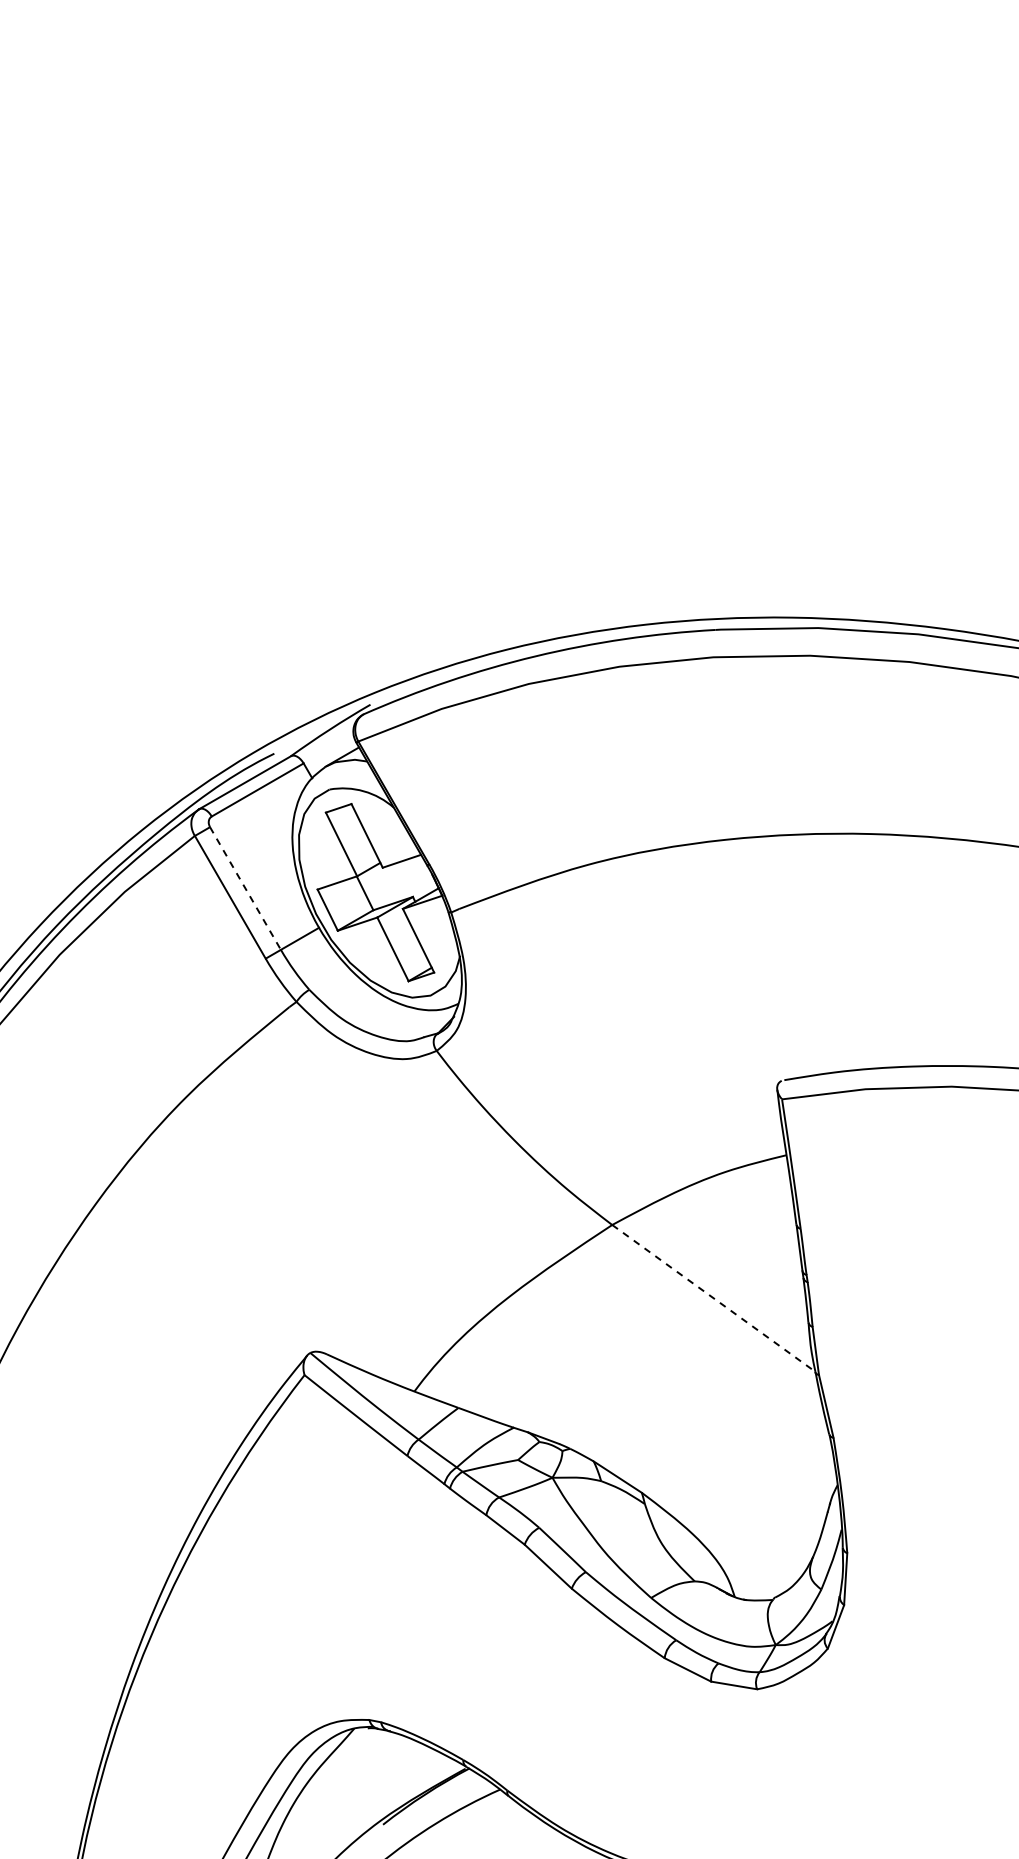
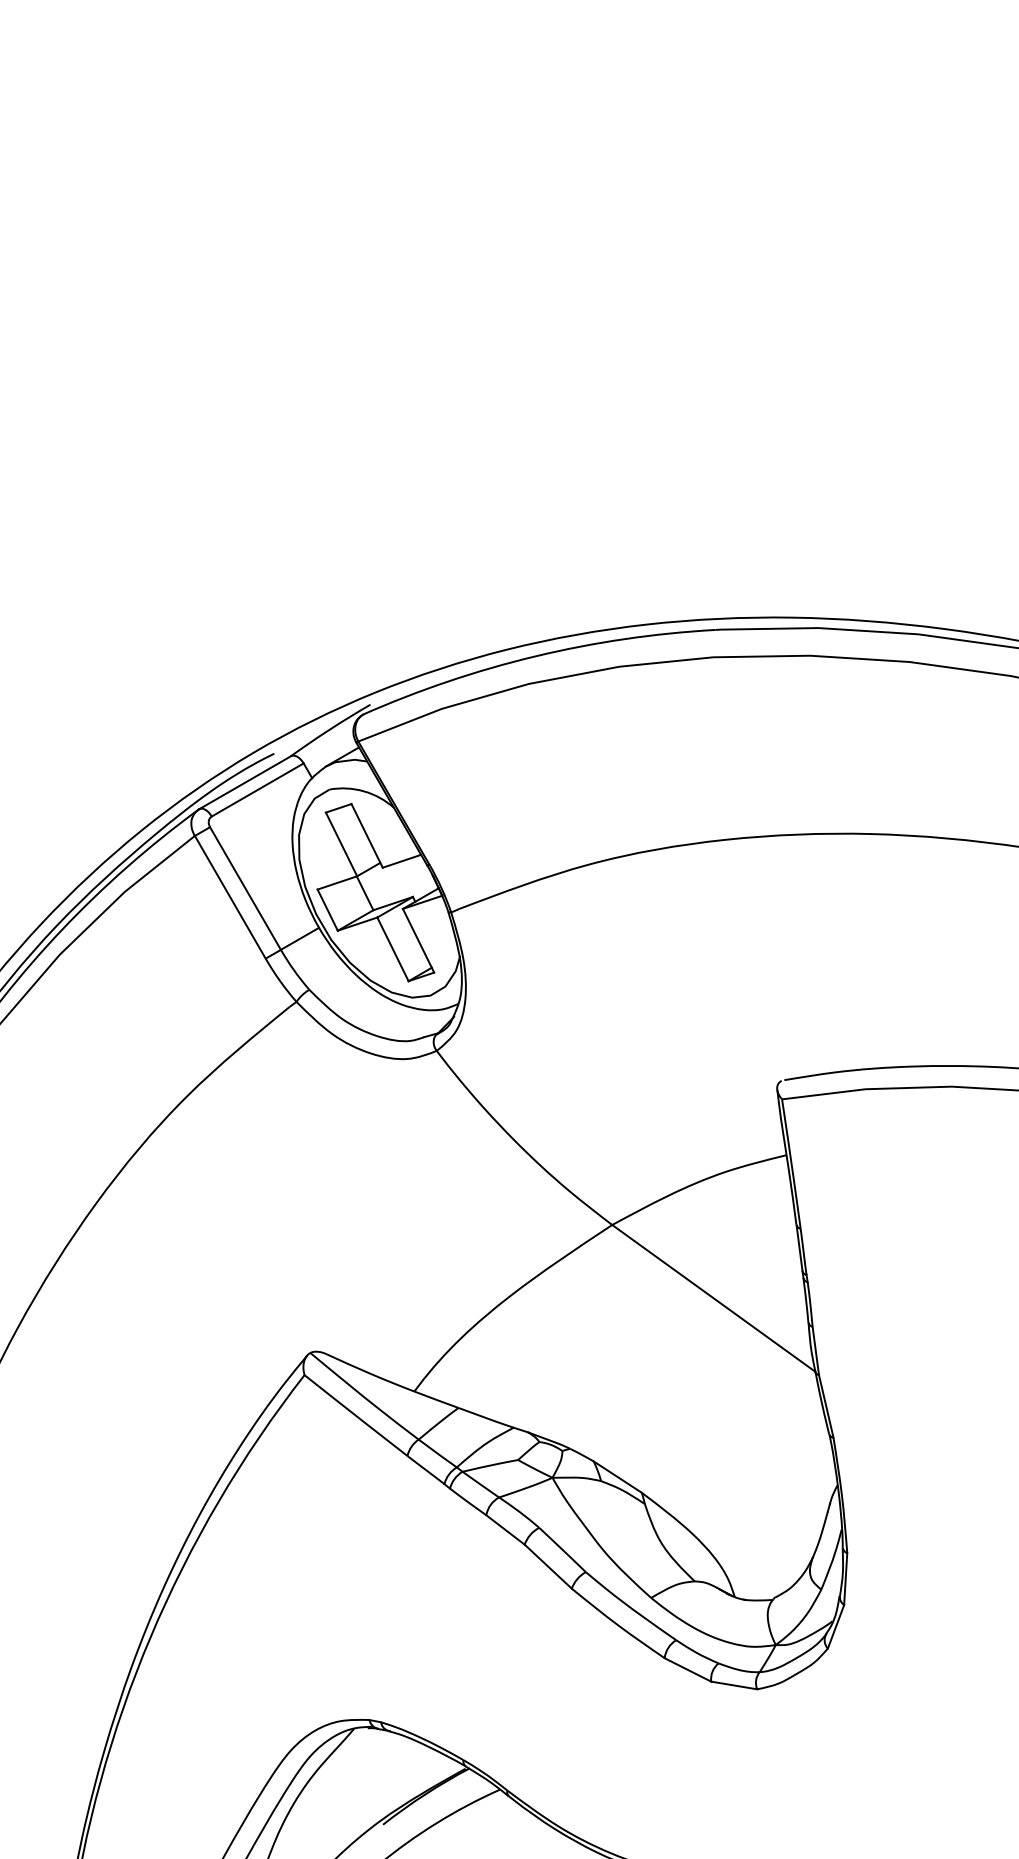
line at (245, 888): dashed -> solid
line at (714, 1298): dashed -> solid
